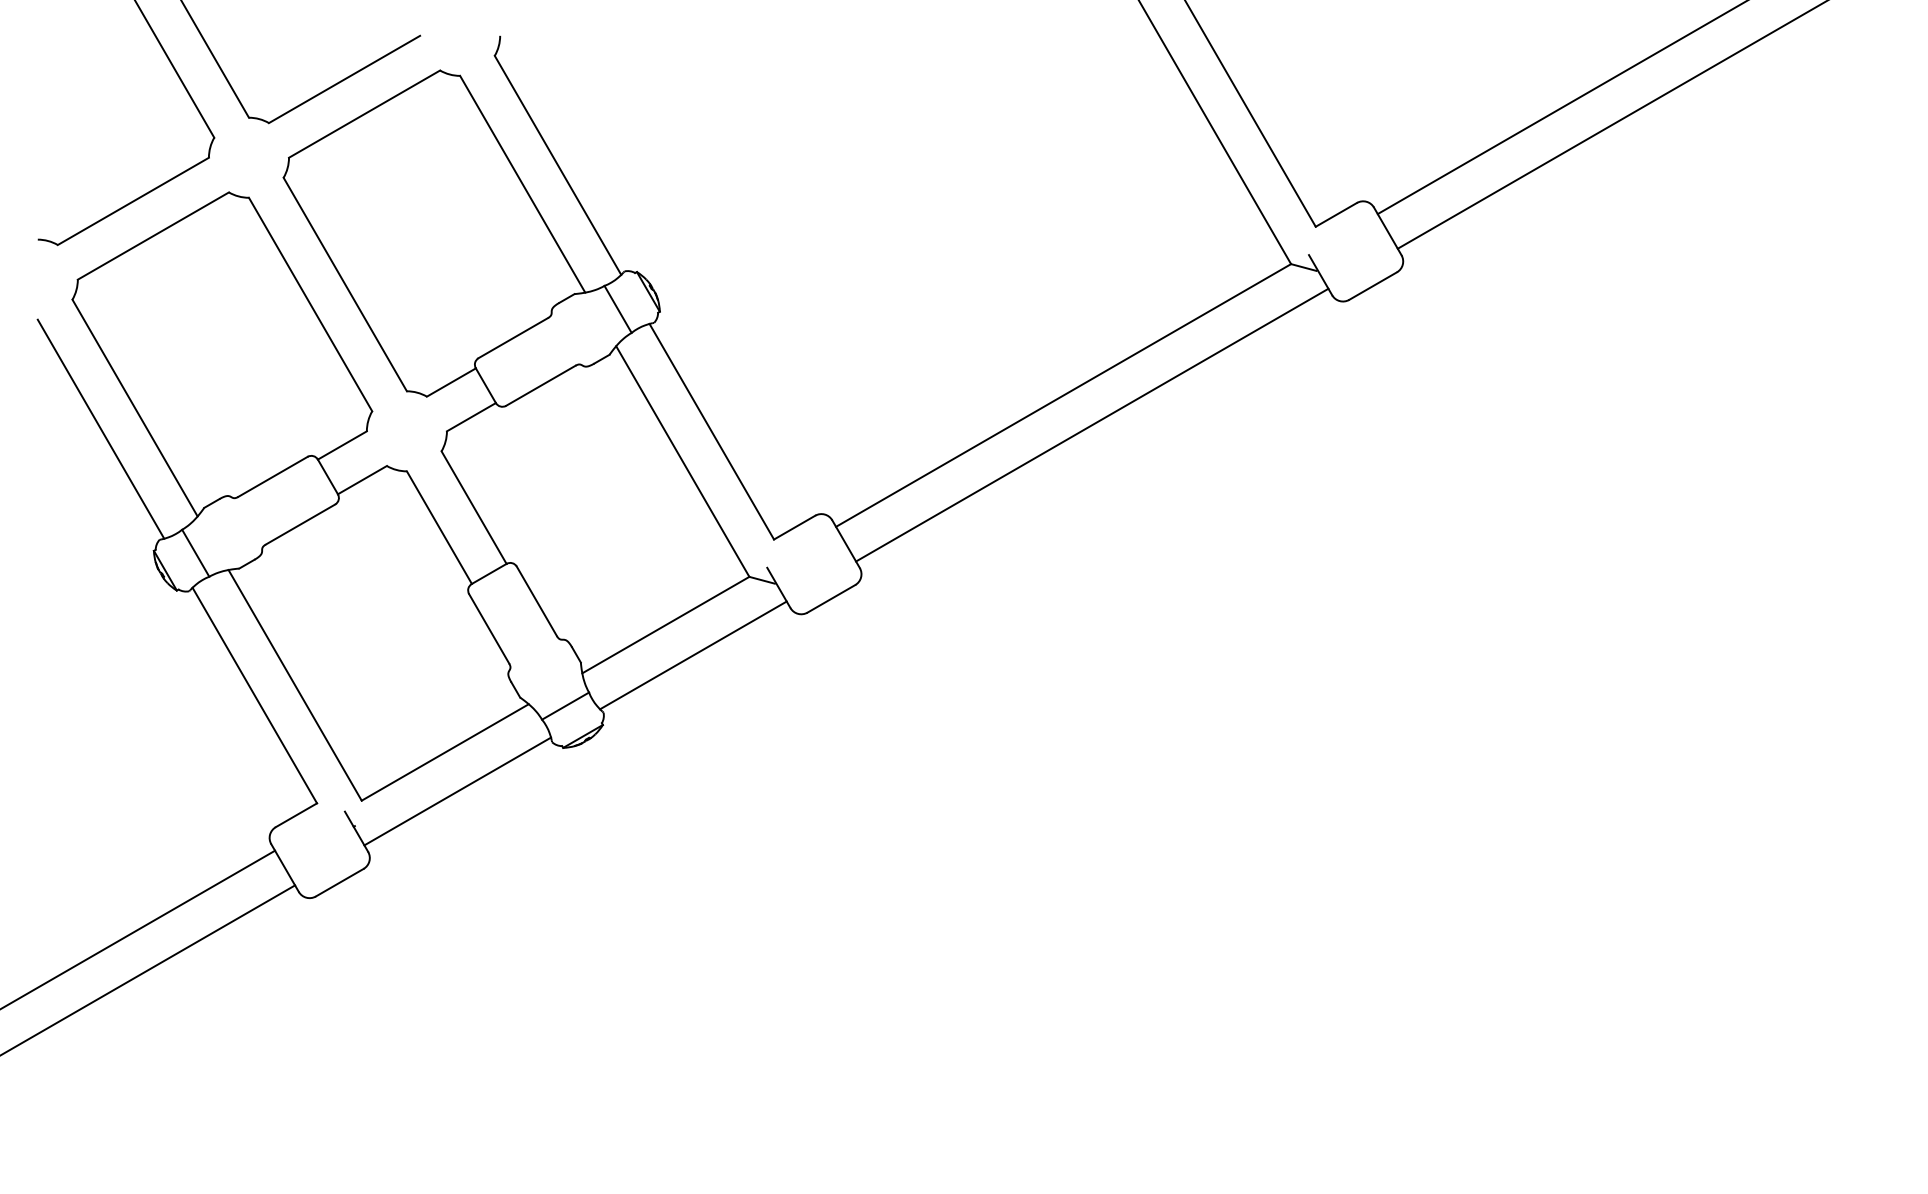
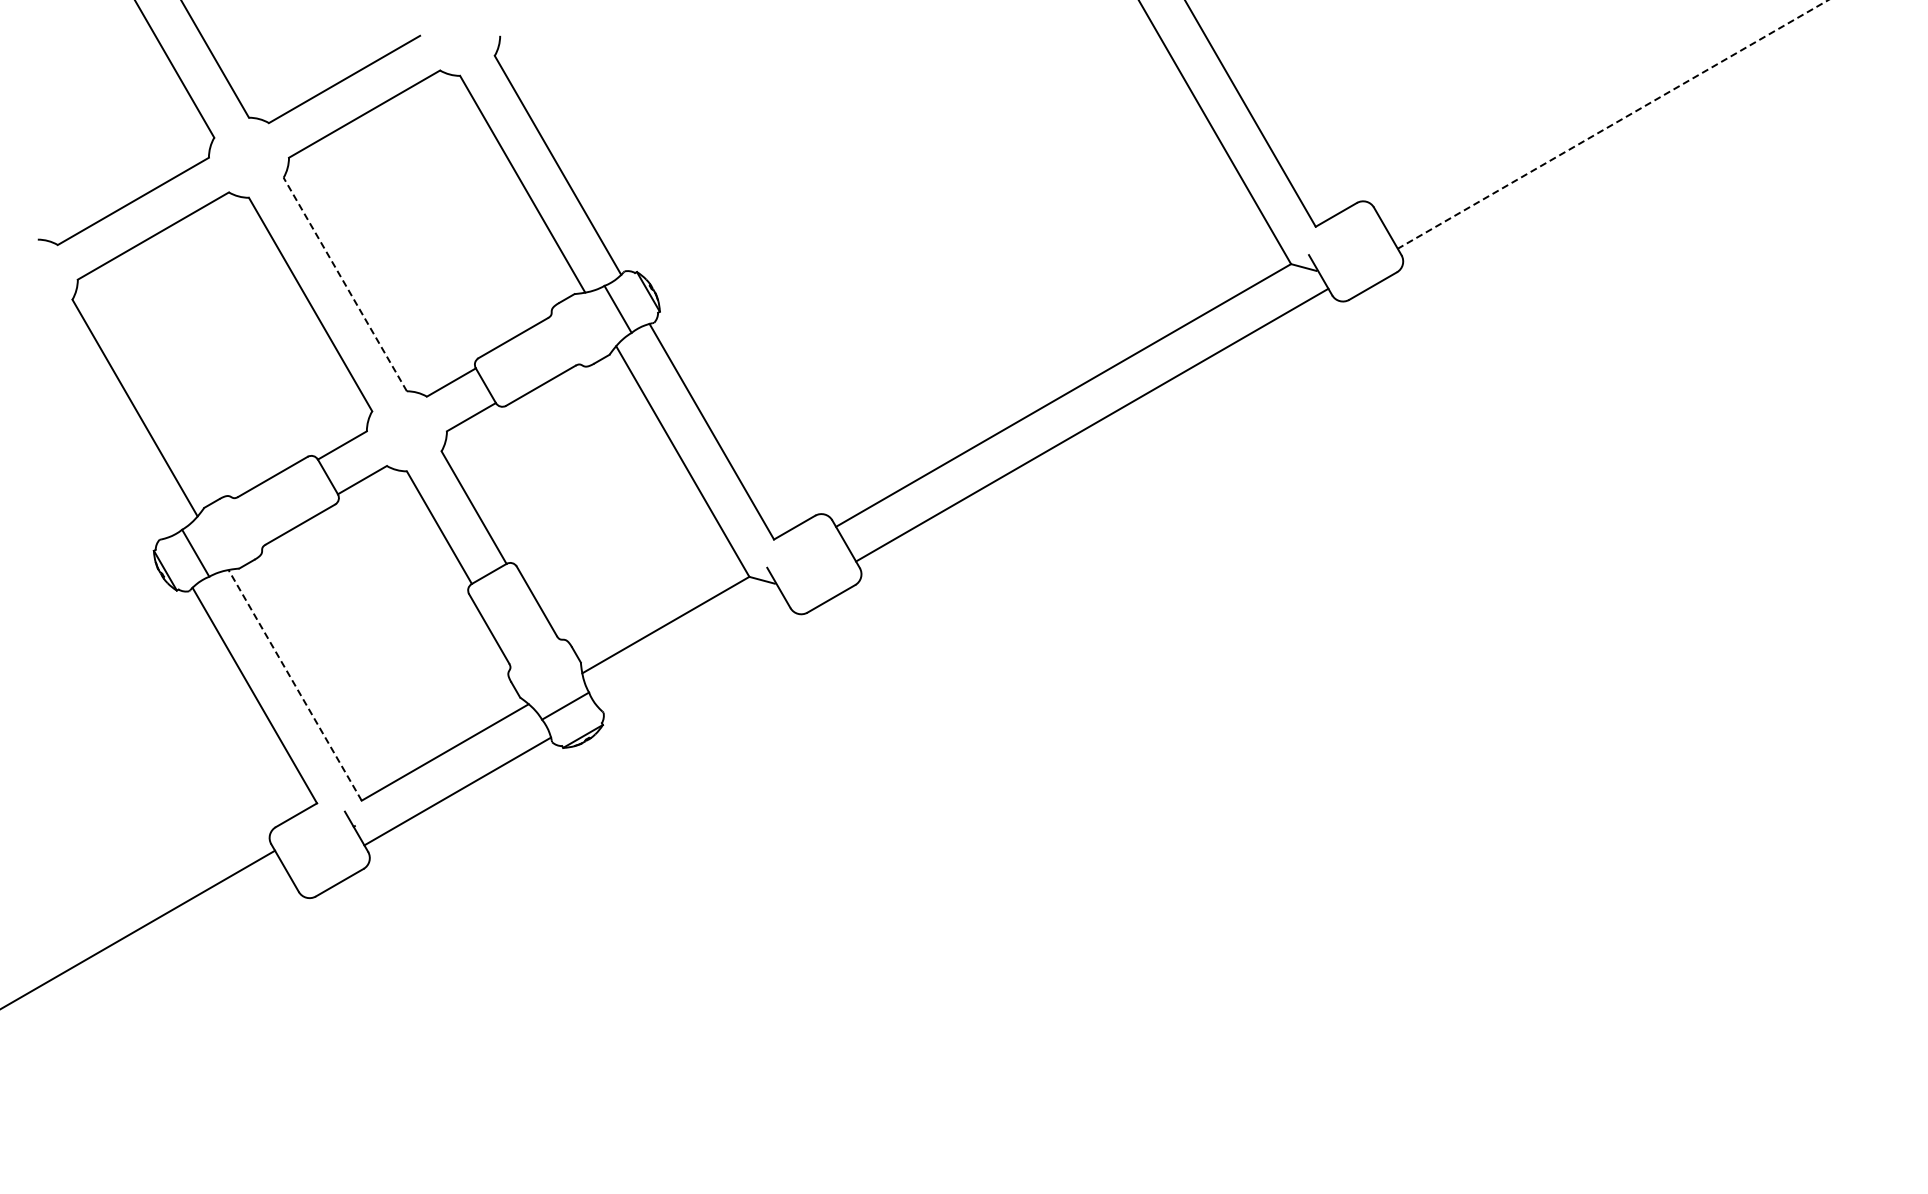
line at (1560, 108): present -> none
line at (1613, 124): solid -> dashed
line at (345, 284): solid -> dashed
line at (100, 428): present -> none
line at (693, 655): present -> none
line at (294, 684): solid -> dashed
line at (148, 969): present -> none
